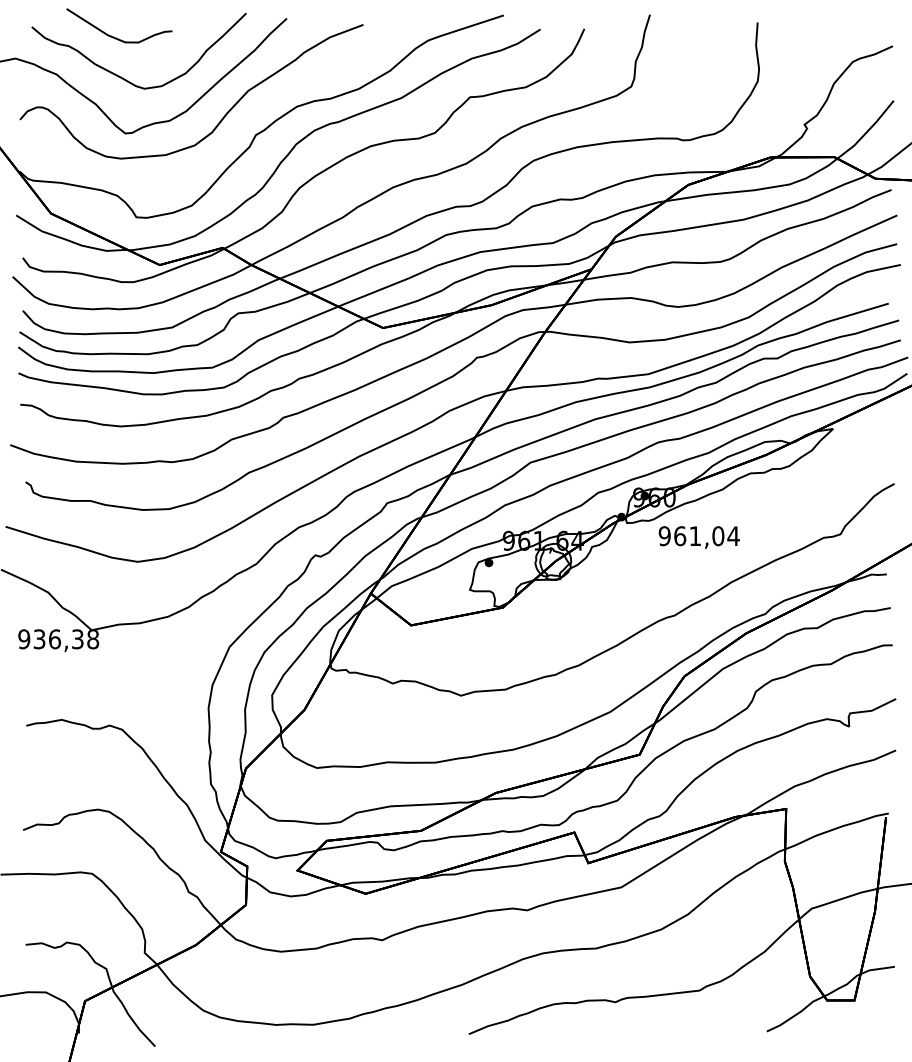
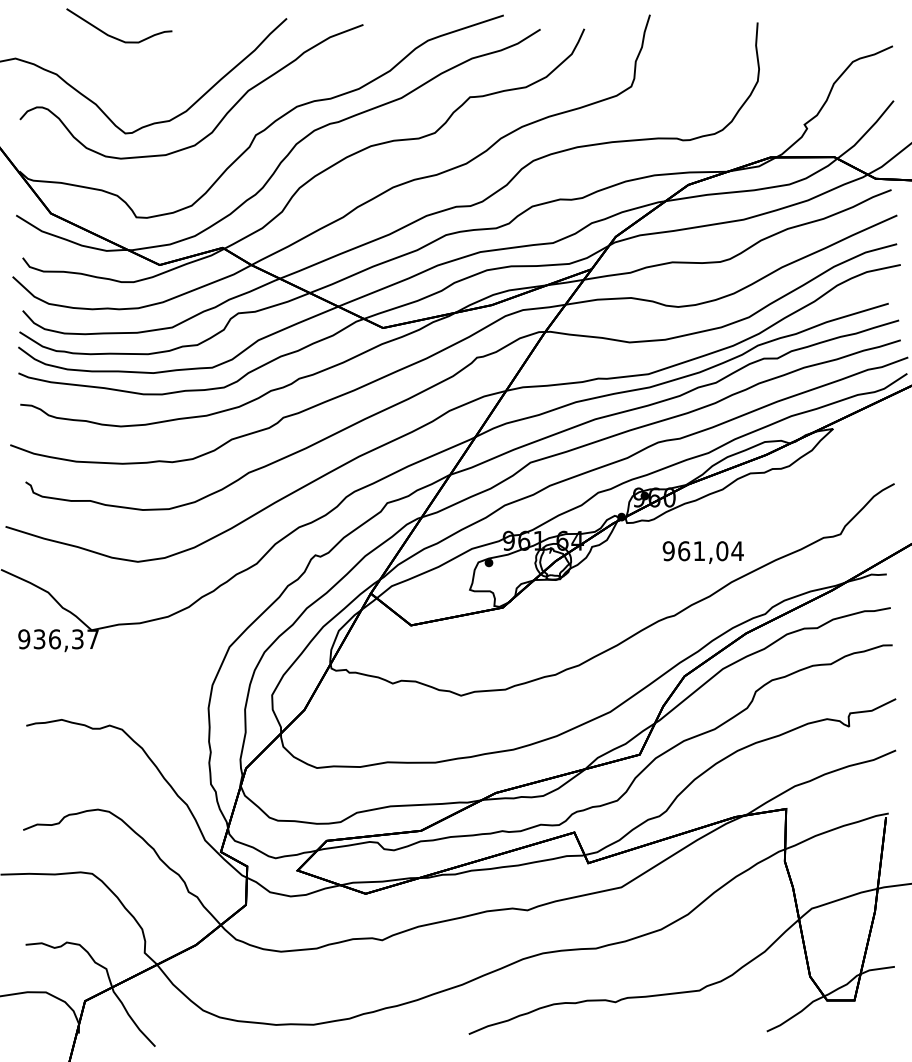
curve at (123, 77): present -> none
text at (698, 537) position: (698, 537) -> (702, 552)
text at (93, 639): 936,38 -> 936,37
